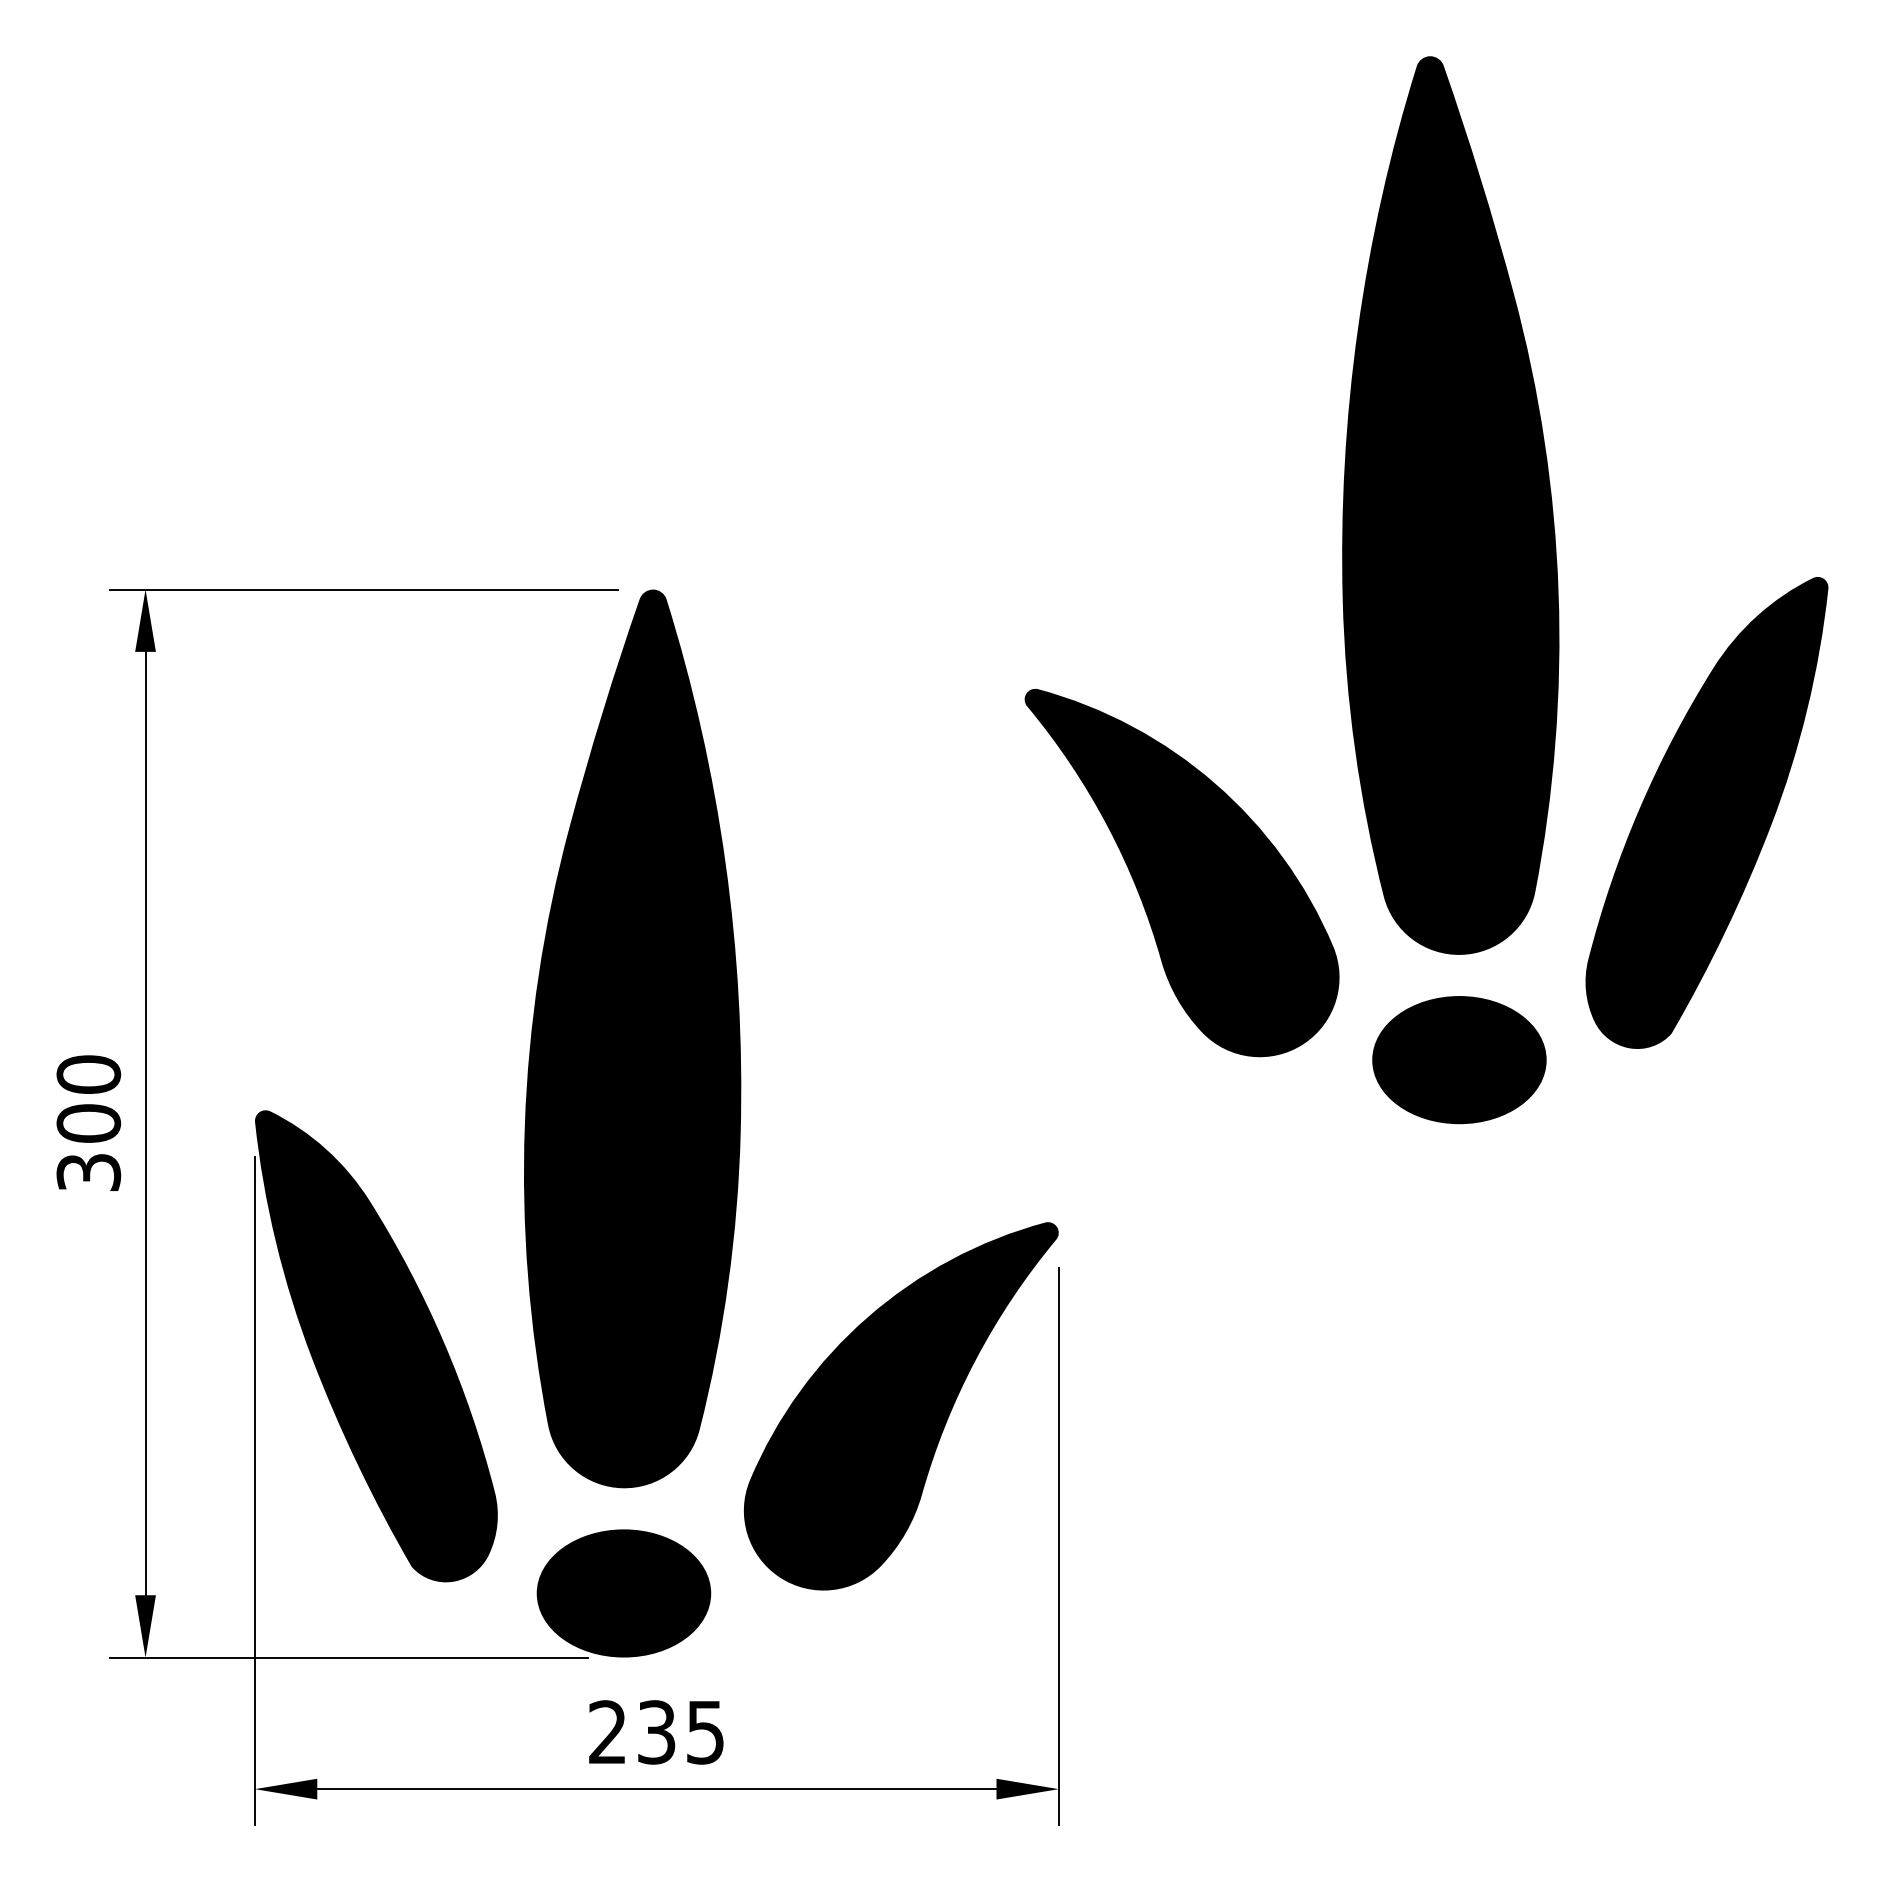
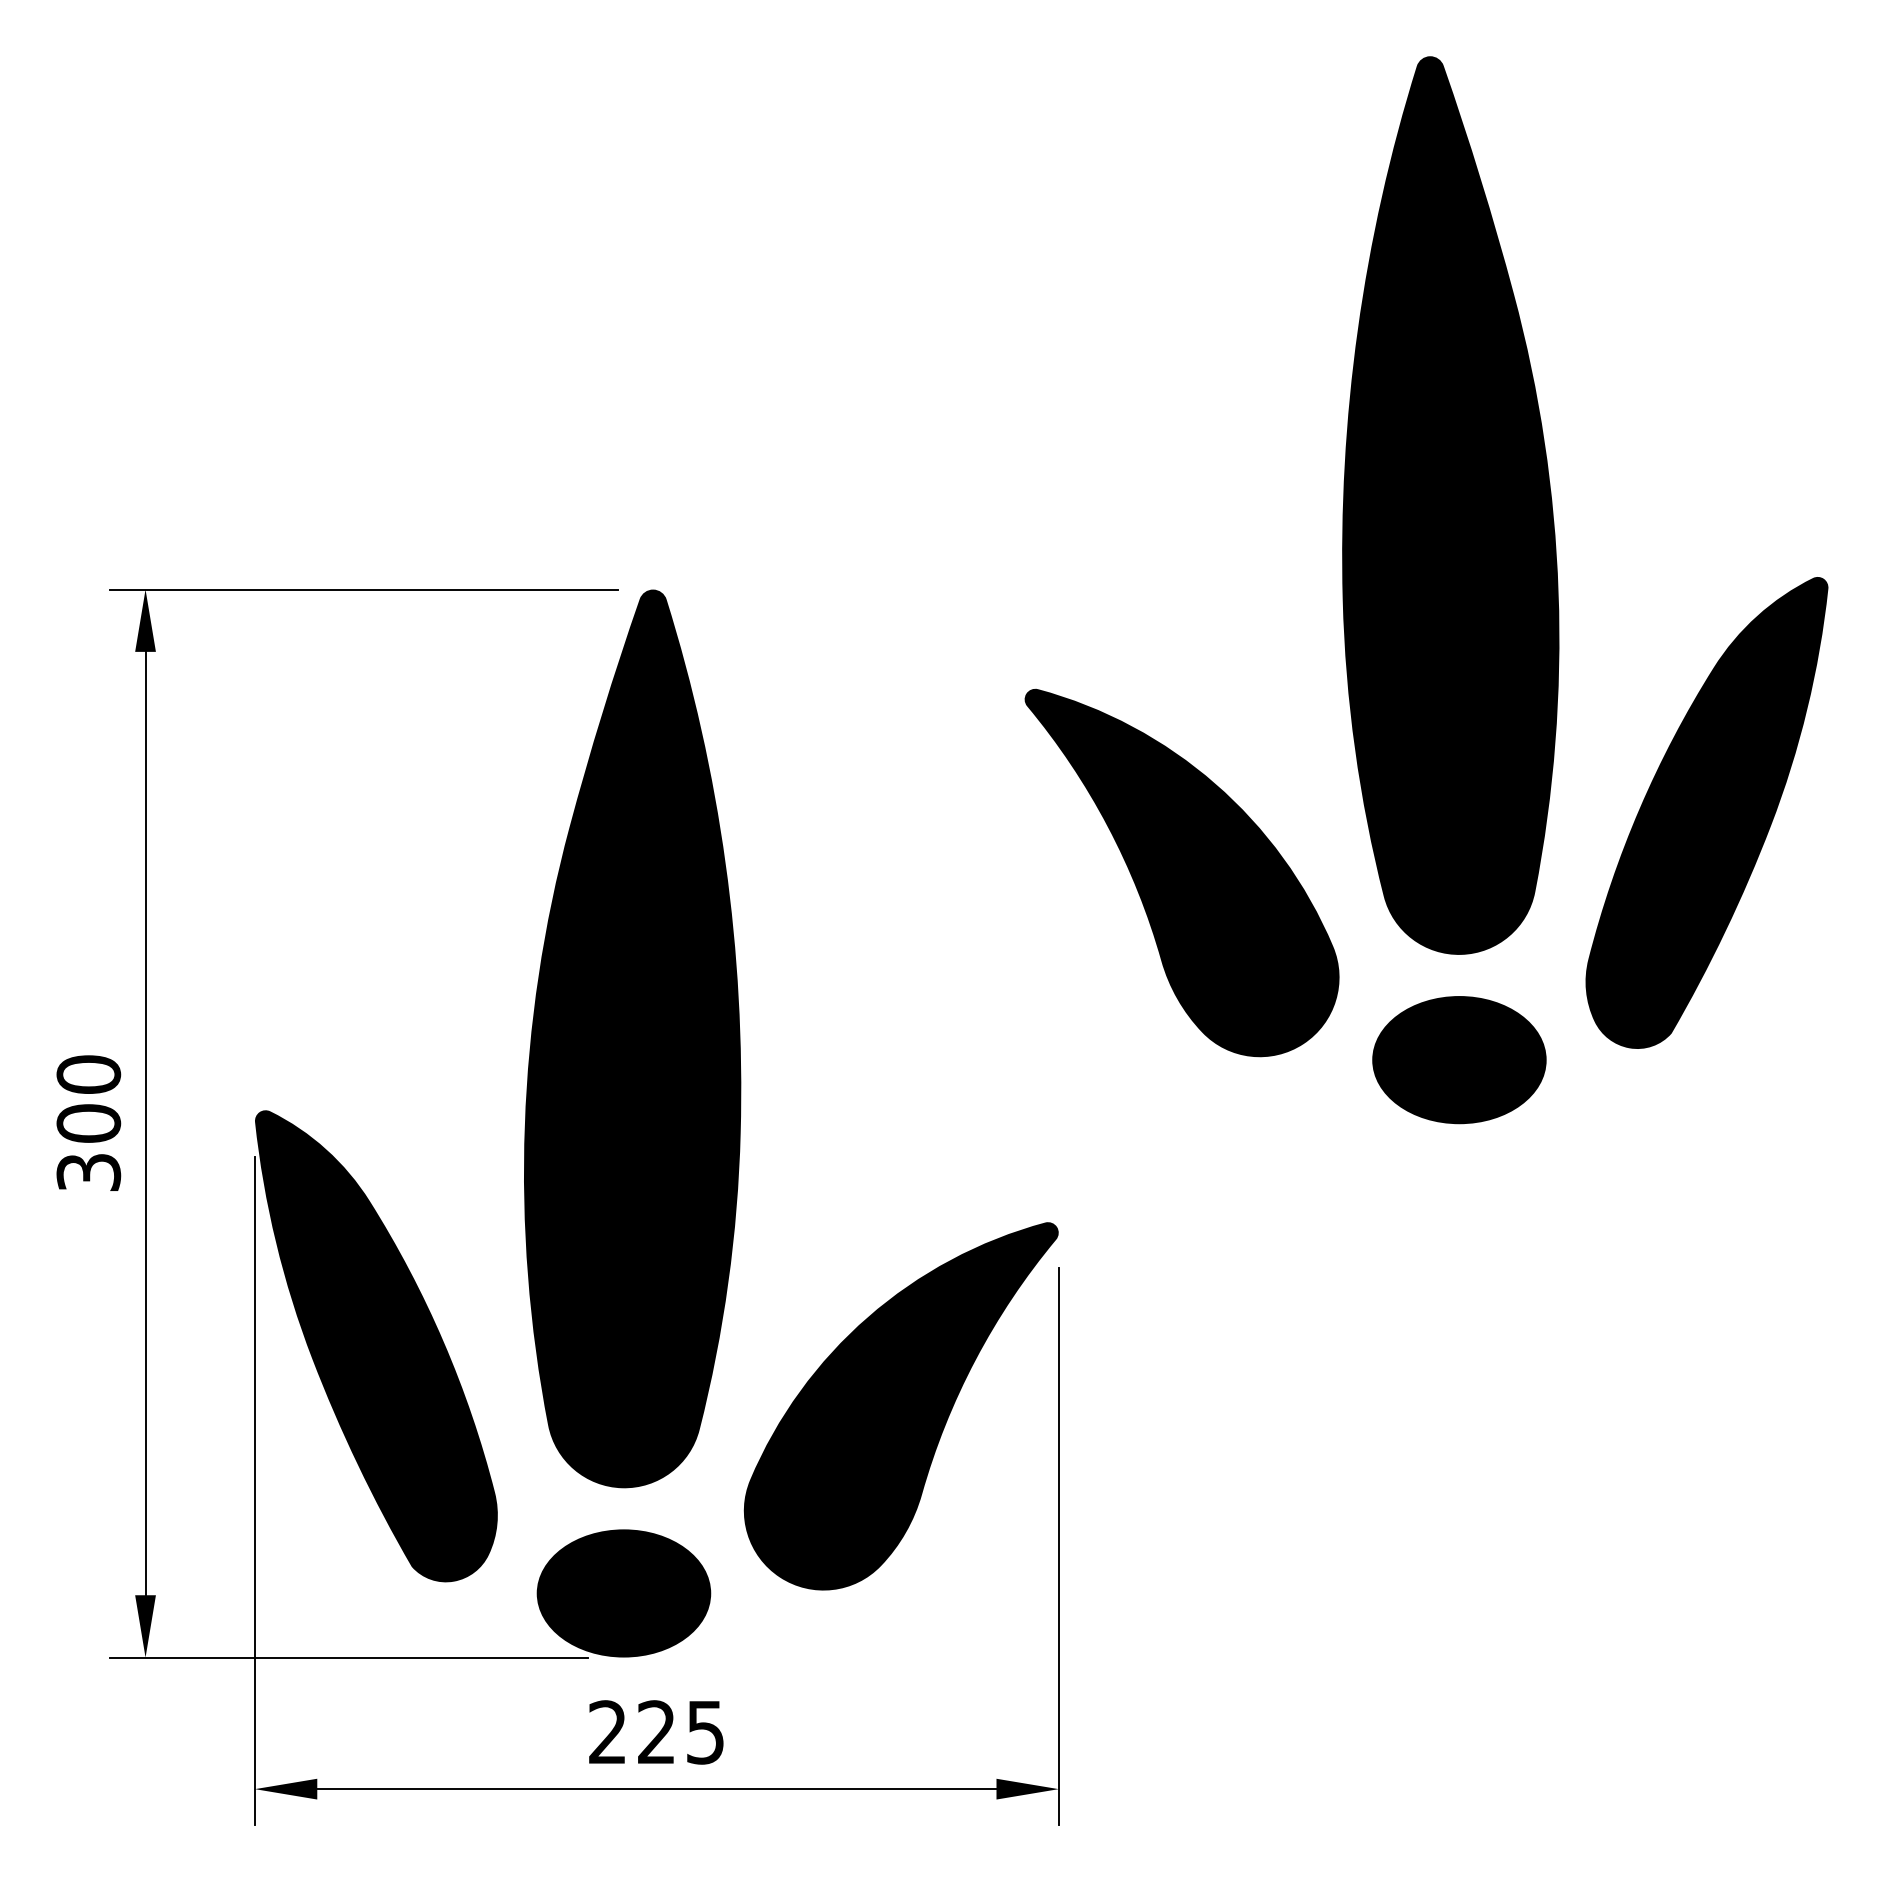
text at (656, 1732): 235 -> 225
